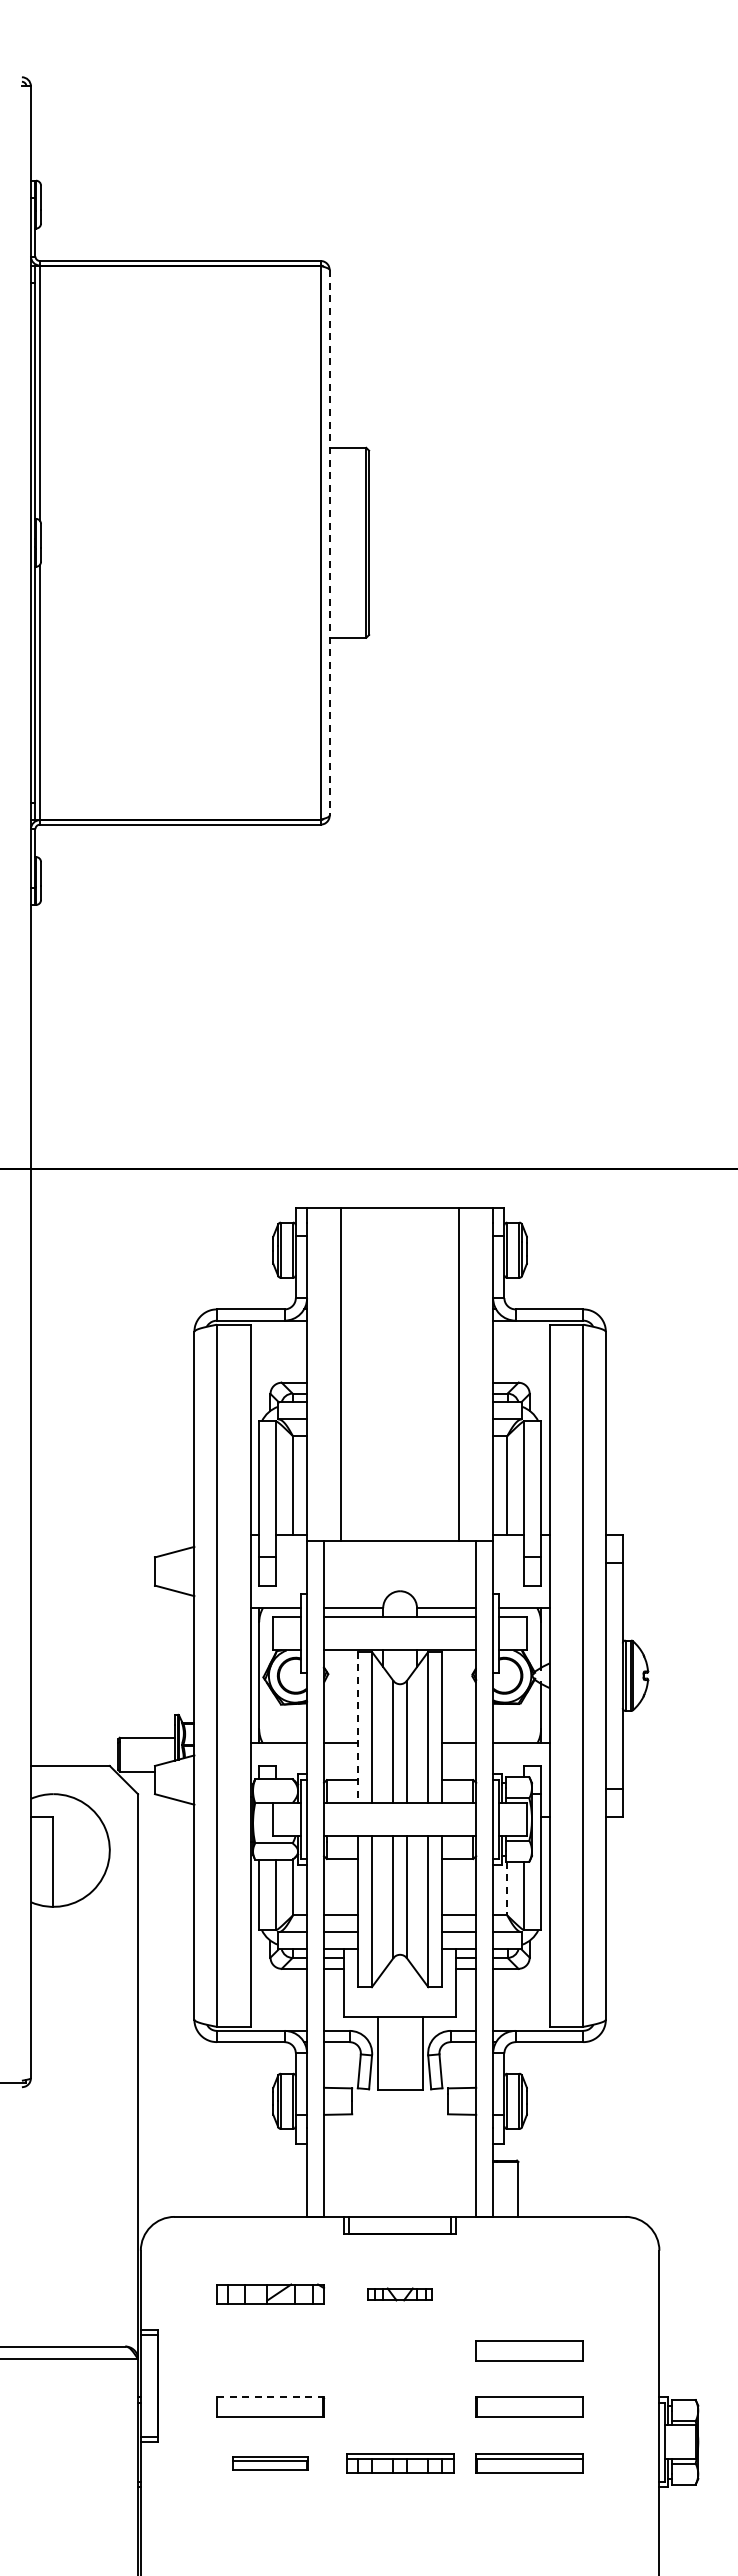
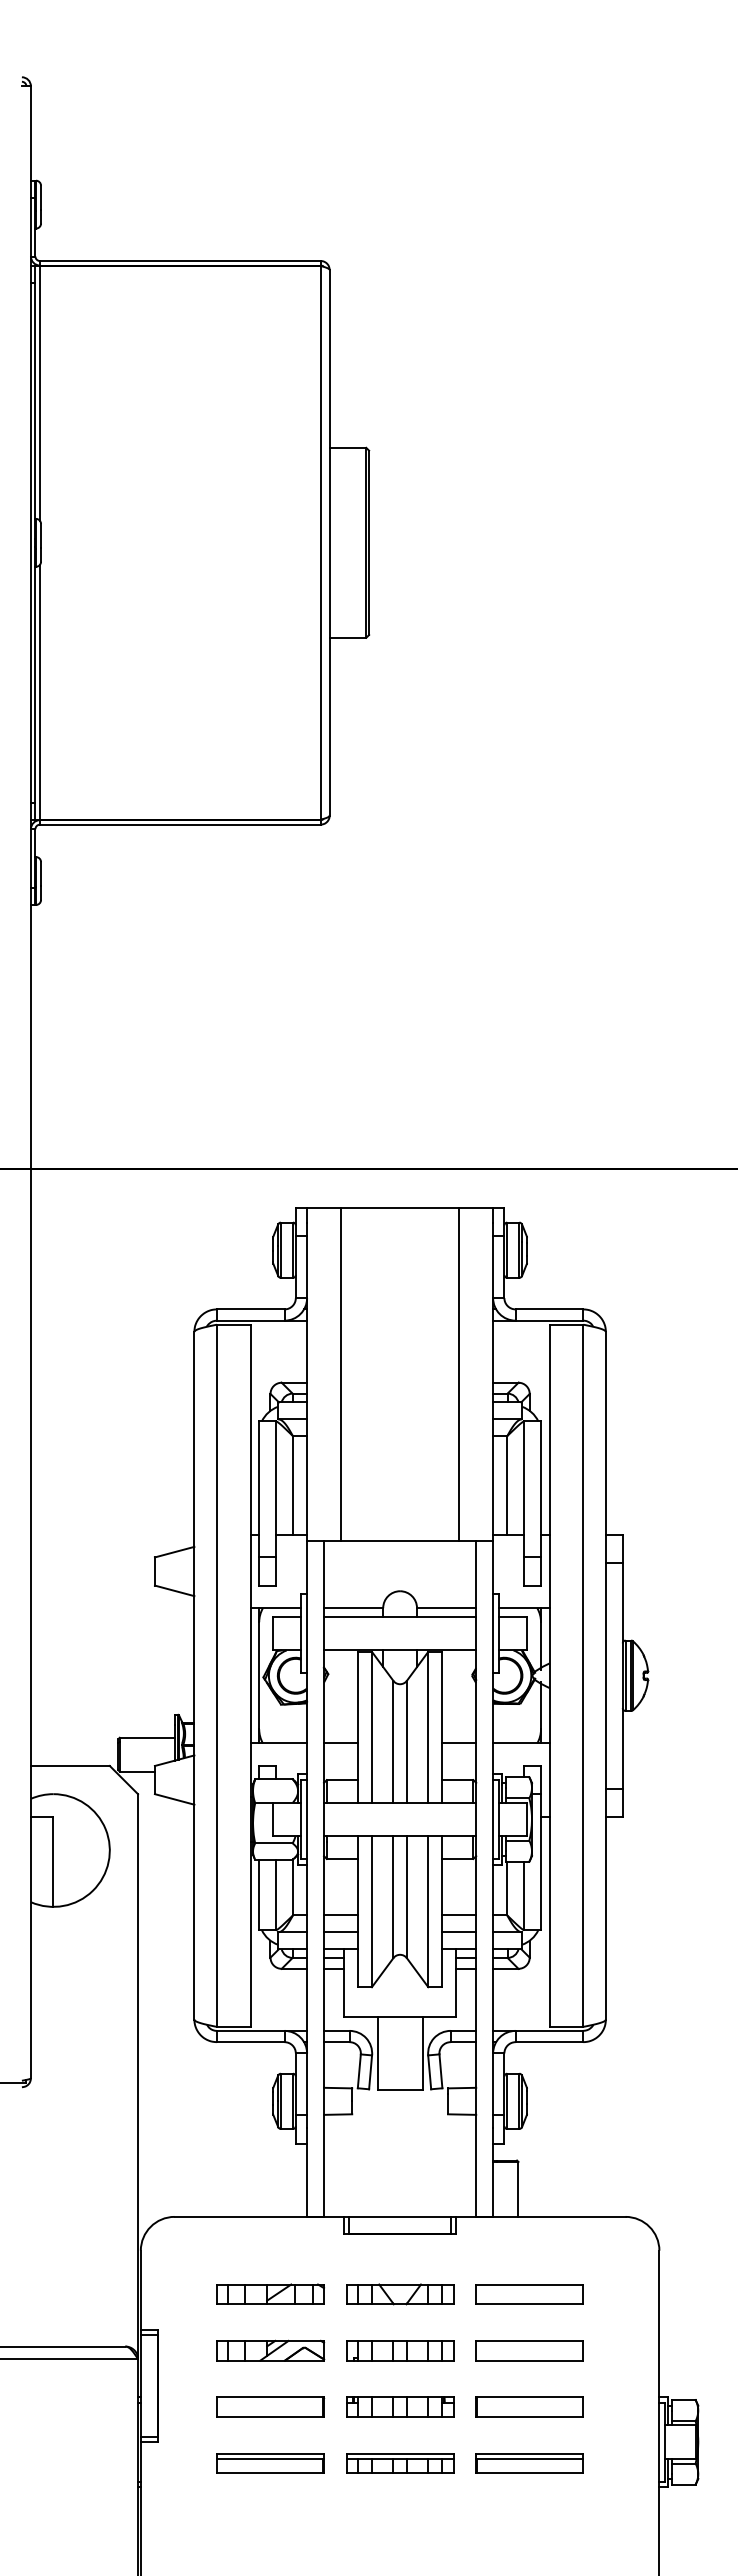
line at (329, 542): dashed -> solid
line at (357, 1727): dashed -> solid
line at (507, 1888): dashed -> solid
part at (399, 2294) size: 66x15 px -> 109x23 px
part at (529, 2294): none -> present
part at (270, 2350): none -> present
part at (400, 2350): none -> present
line at (270, 2397): dashed -> solid
part at (400, 2406): none -> present
part at (270, 2463) size: 77x15 px -> 109x21 px
